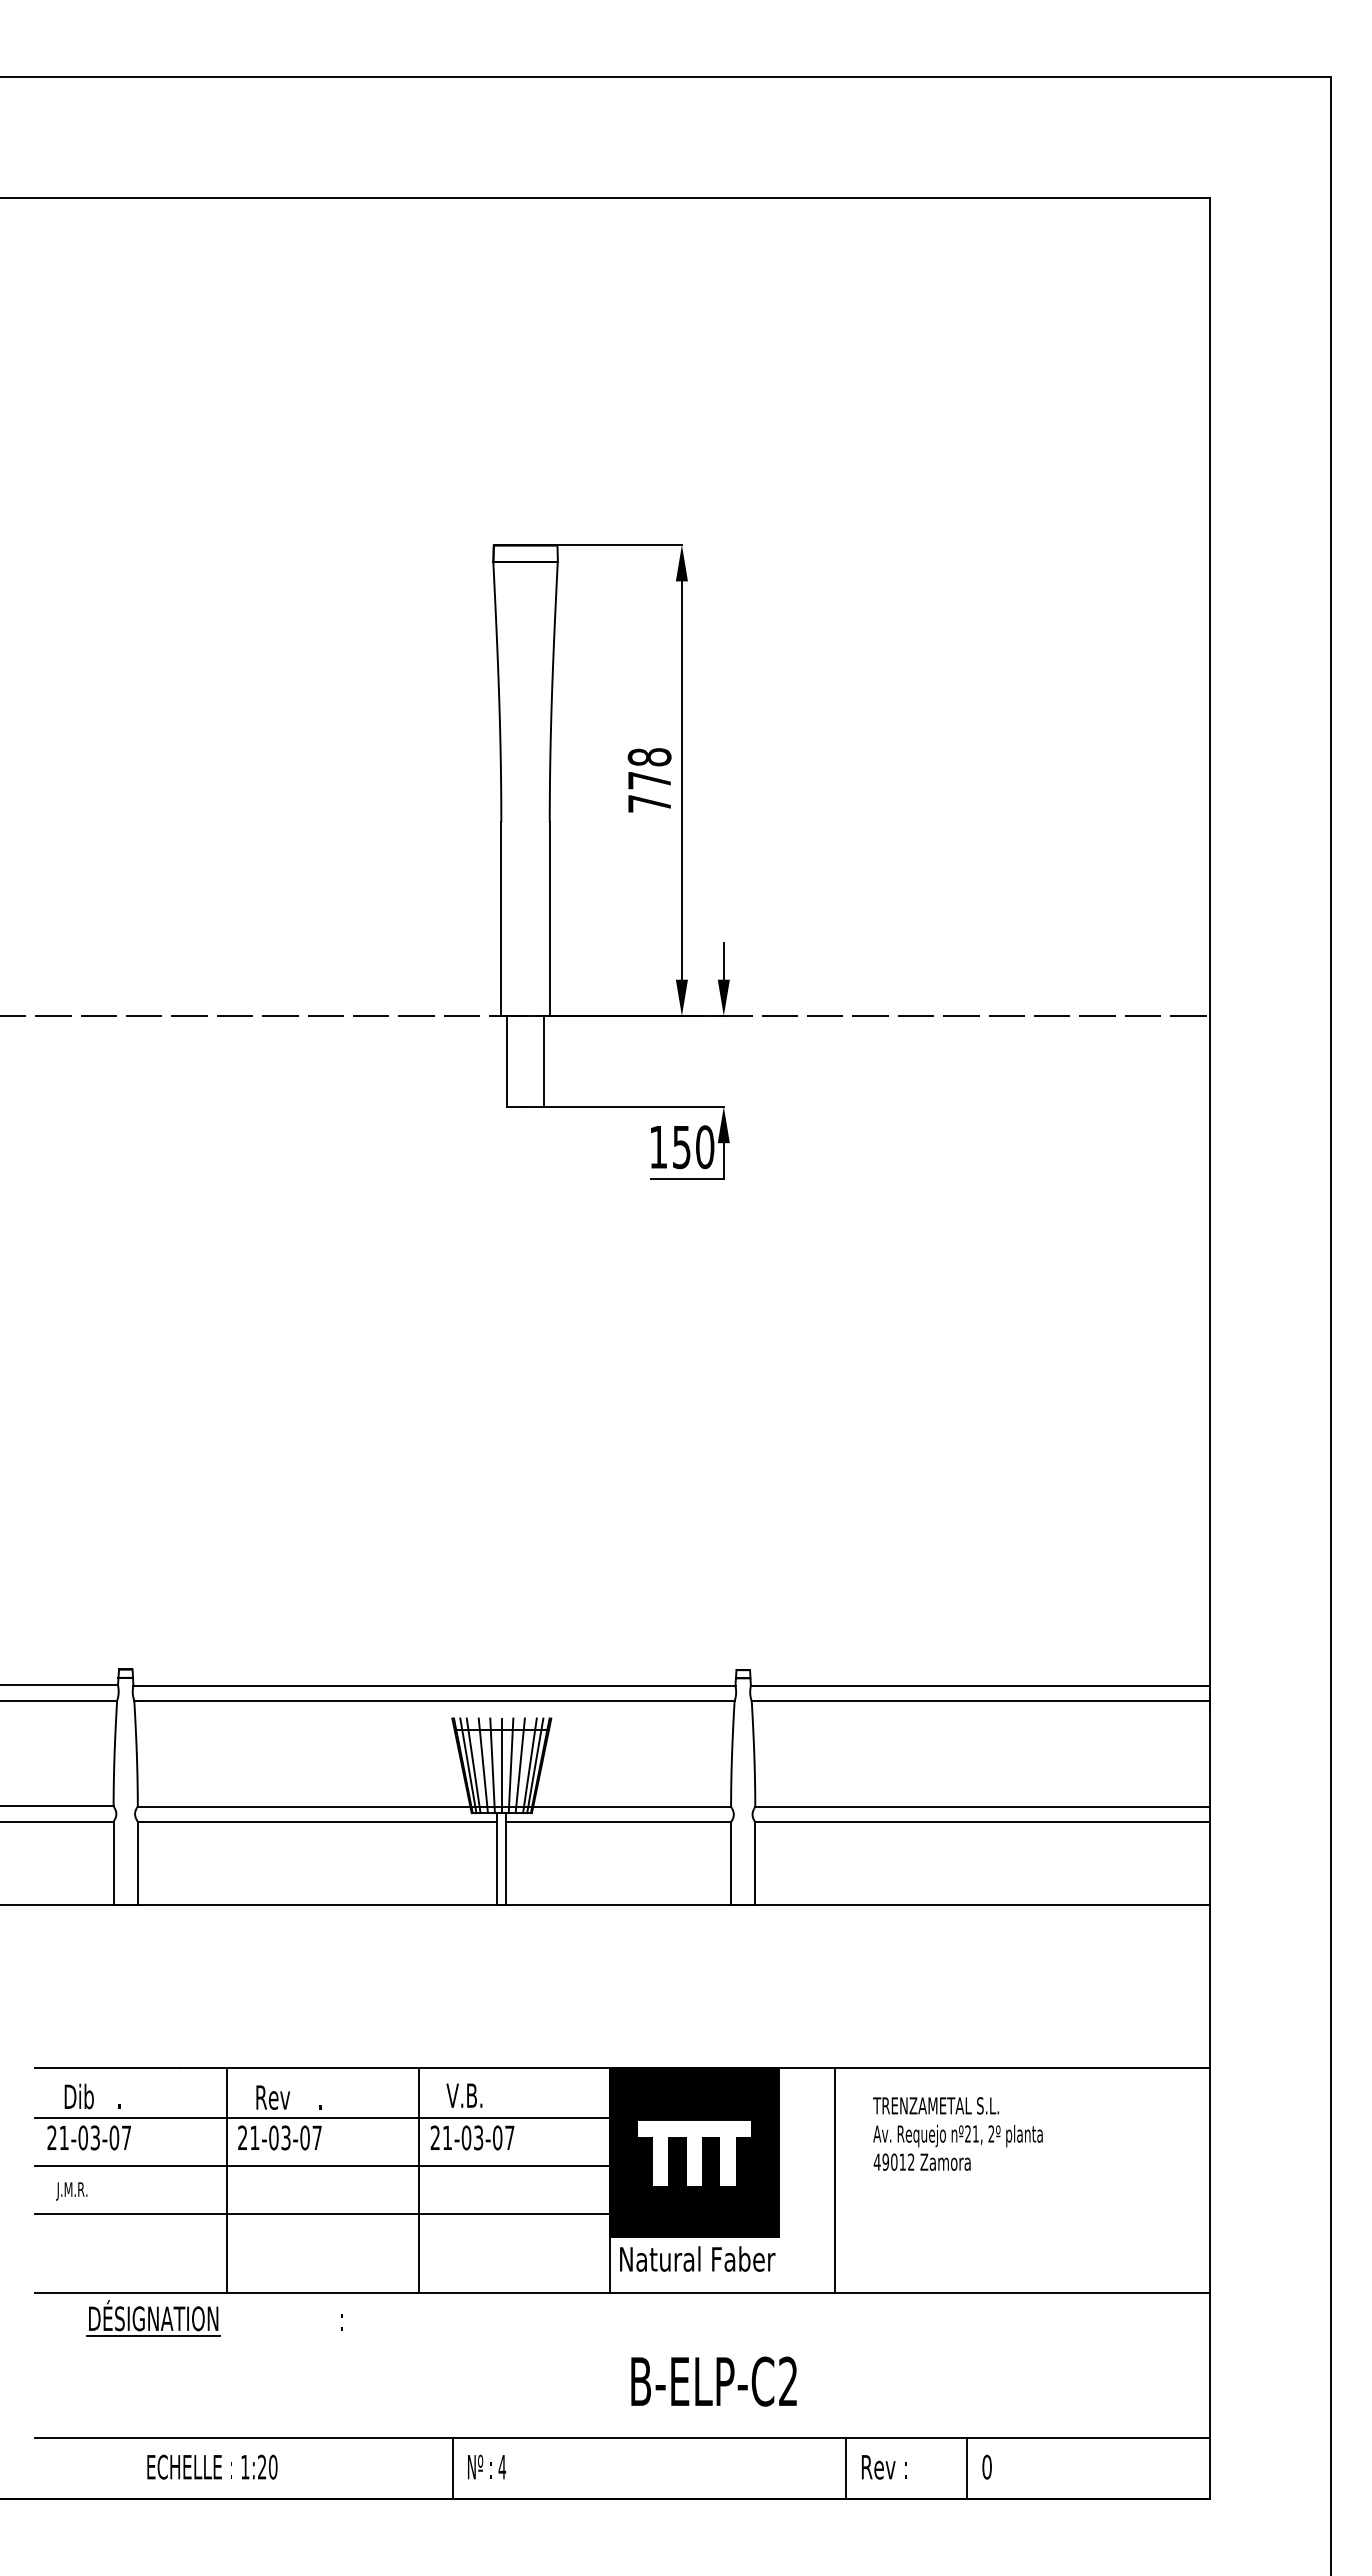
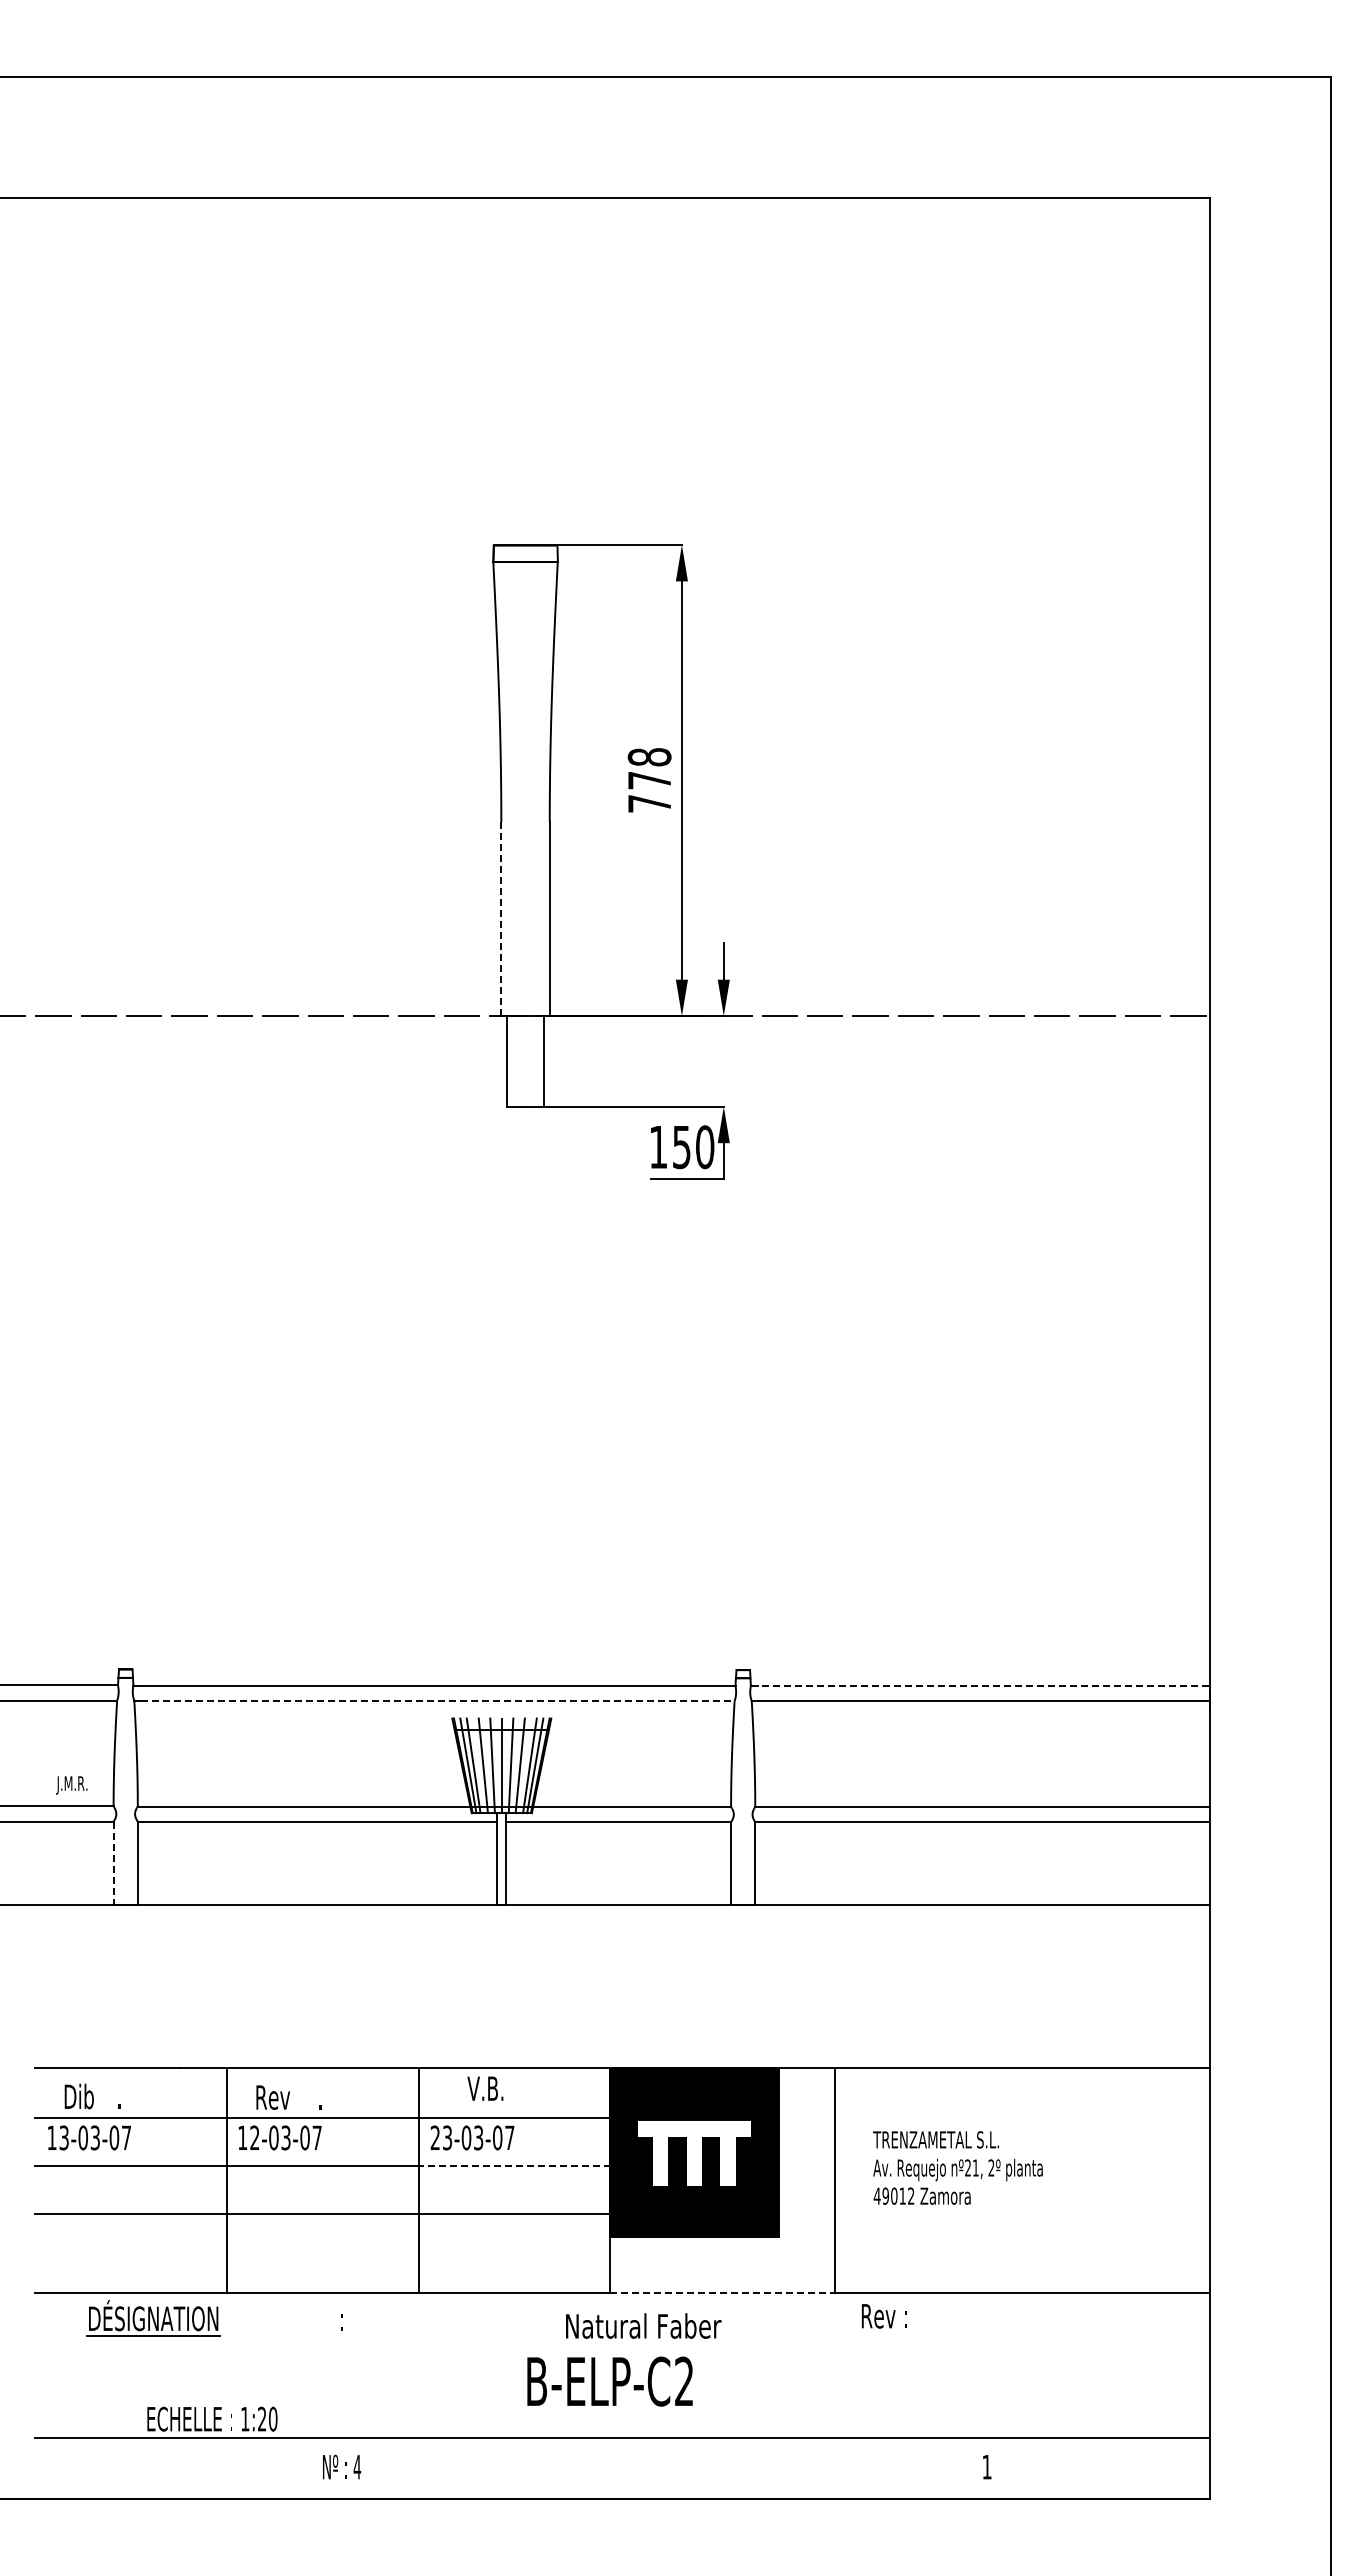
line at (501, 919): solid -> dashed
line at (983, 1685): solid -> dashed
line at (437, 1701): solid -> dashed
line at (113, 1863): solid -> dashed
text at (464, 2095) position: (464, 2095) -> (485, 2088)
text at (957, 2133) position: (957, 2133) -> (957, 2167)
text at (57, 2137): 21-03-07 -> 13-03-07
text at (248, 2137): 21-03-07 -> 12-03-07
text at (447, 2137): 21-03-07 -> 23-03-07
line at (513, 2165): solid -> dashed
text at (71, 2191) position: (71, 2191) -> (71, 1785)
text at (697, 2258) position: (697, 2258) -> (643, 2325)
line at (723, 2293): solid -> dashed
text at (713, 2381) position: (713, 2381) -> (609, 2381)
text at (212, 2466) position: (212, 2466) -> (212, 2418)
text at (487, 2466) position: (487, 2466) -> (342, 2466)
text at (986, 2466): 0 -> 1
text at (884, 2467) position: (884, 2467) -> (884, 2316)
line at (452, 2468): present -> none
line at (846, 2468): present -> none
line at (967, 2468): present -> none
